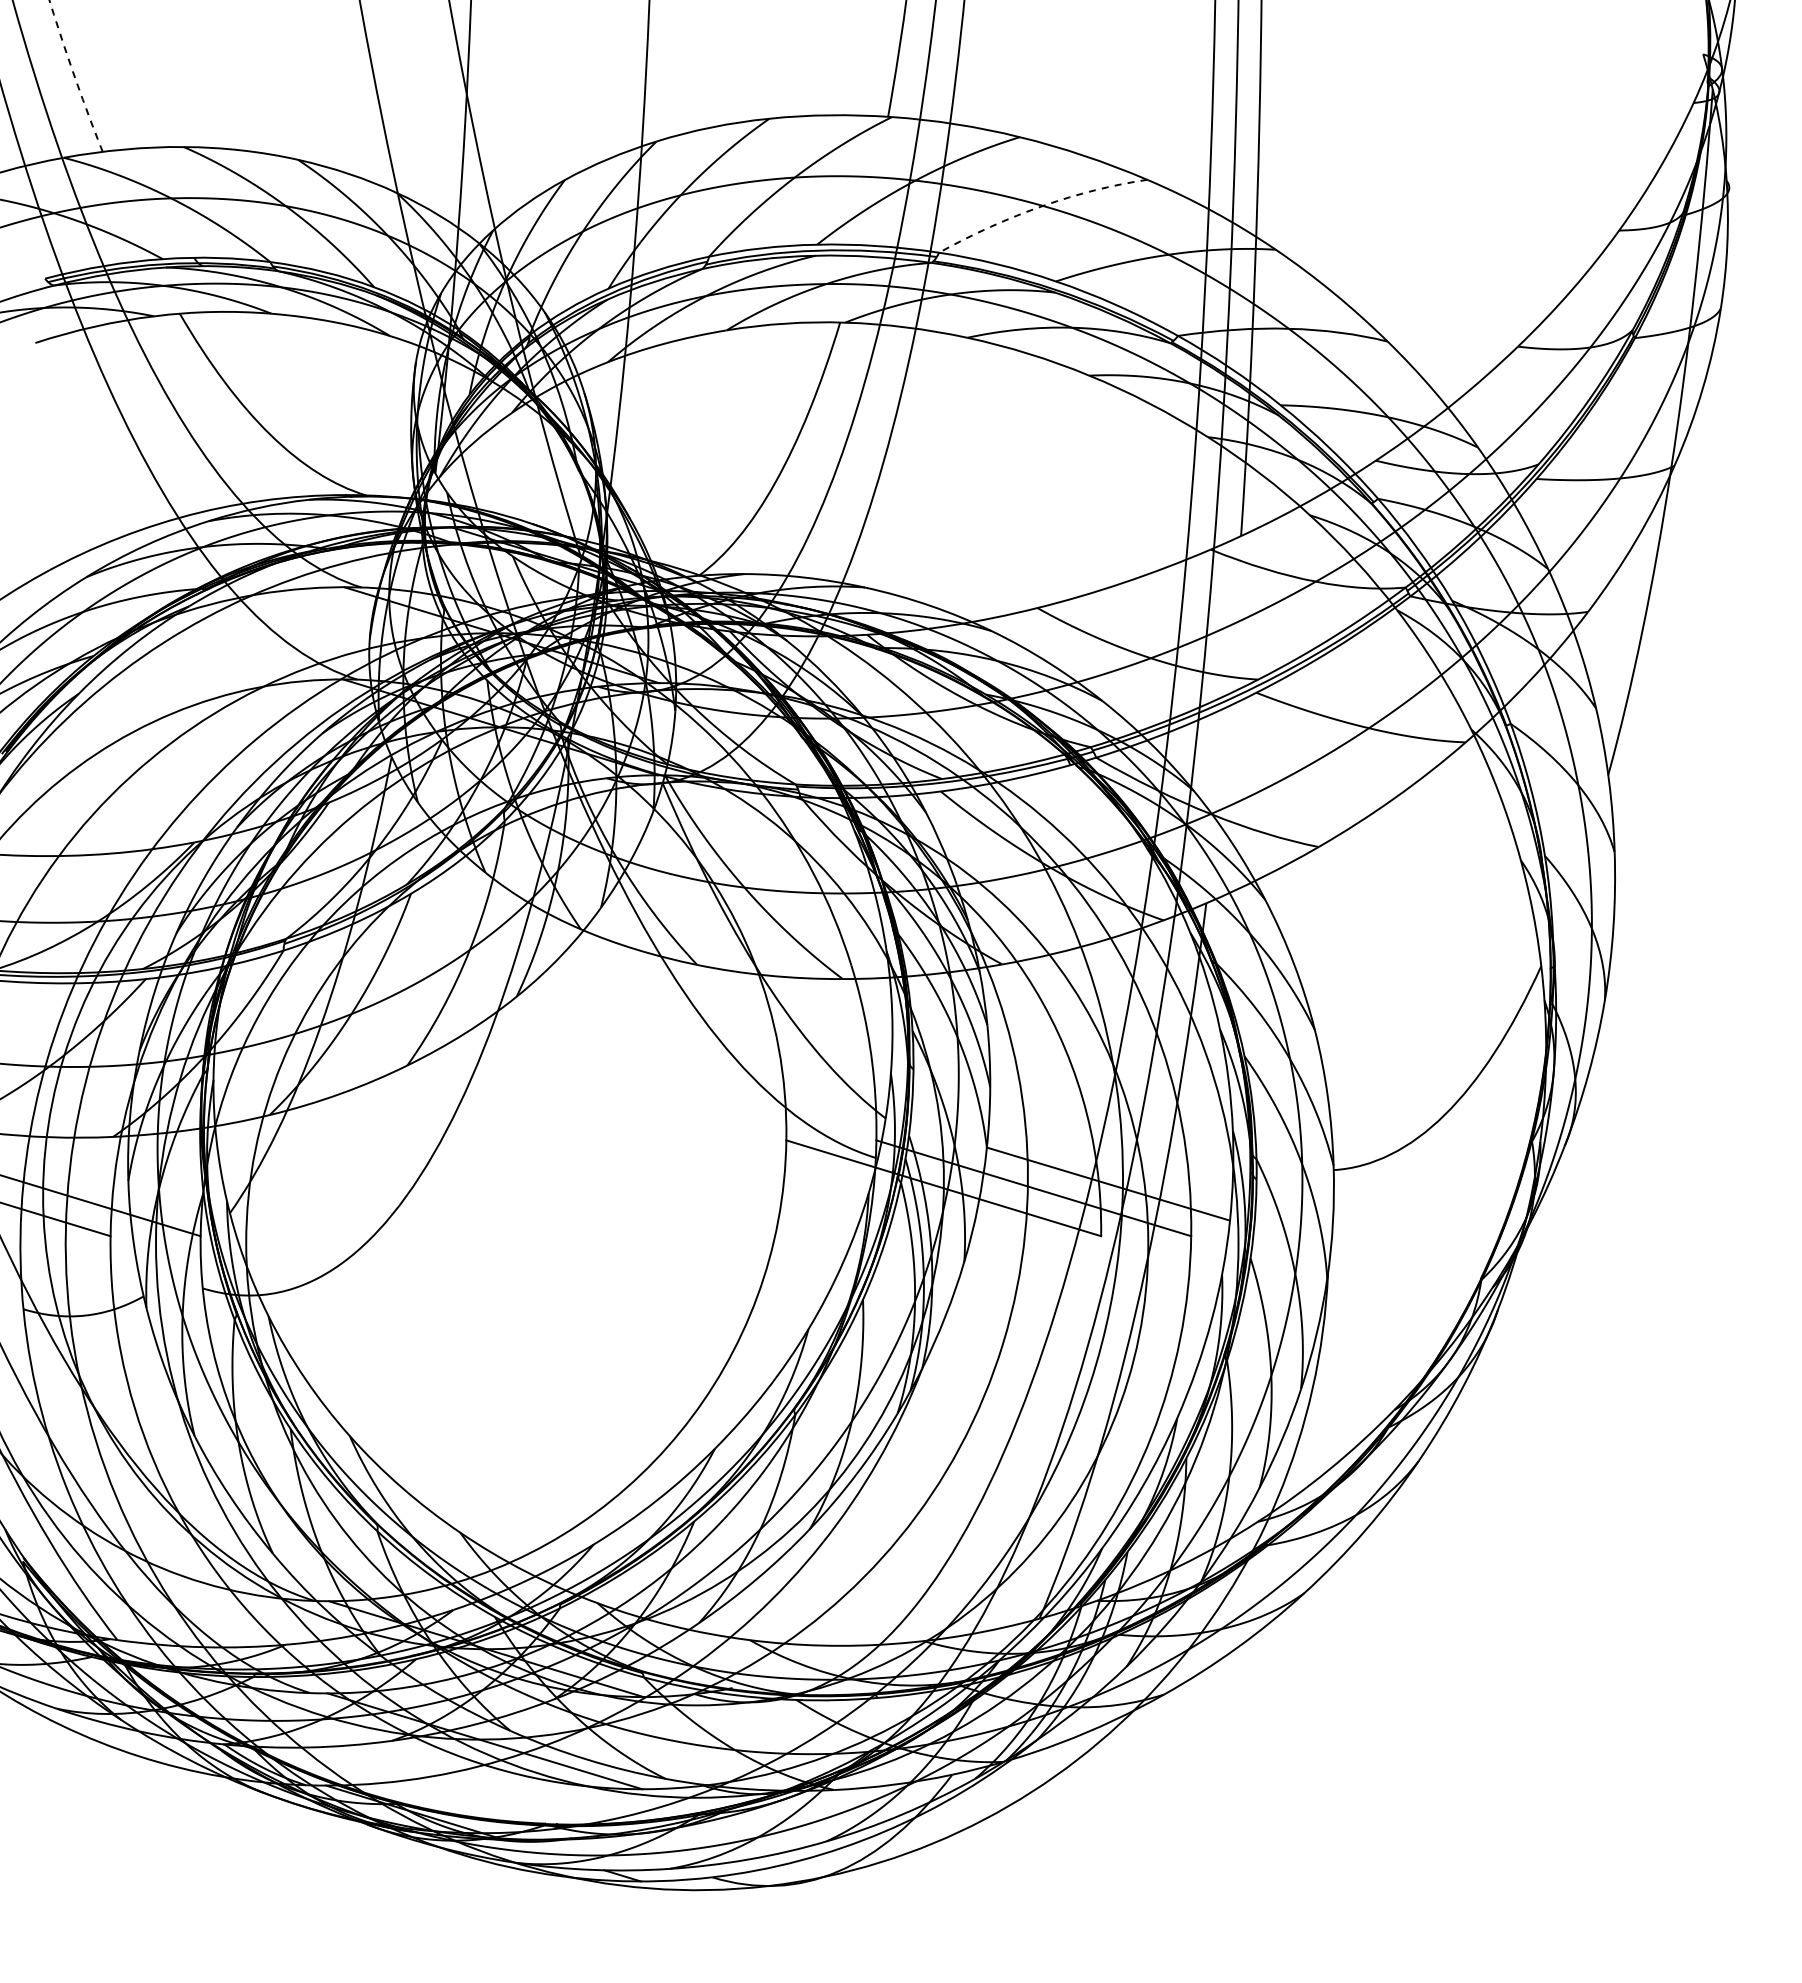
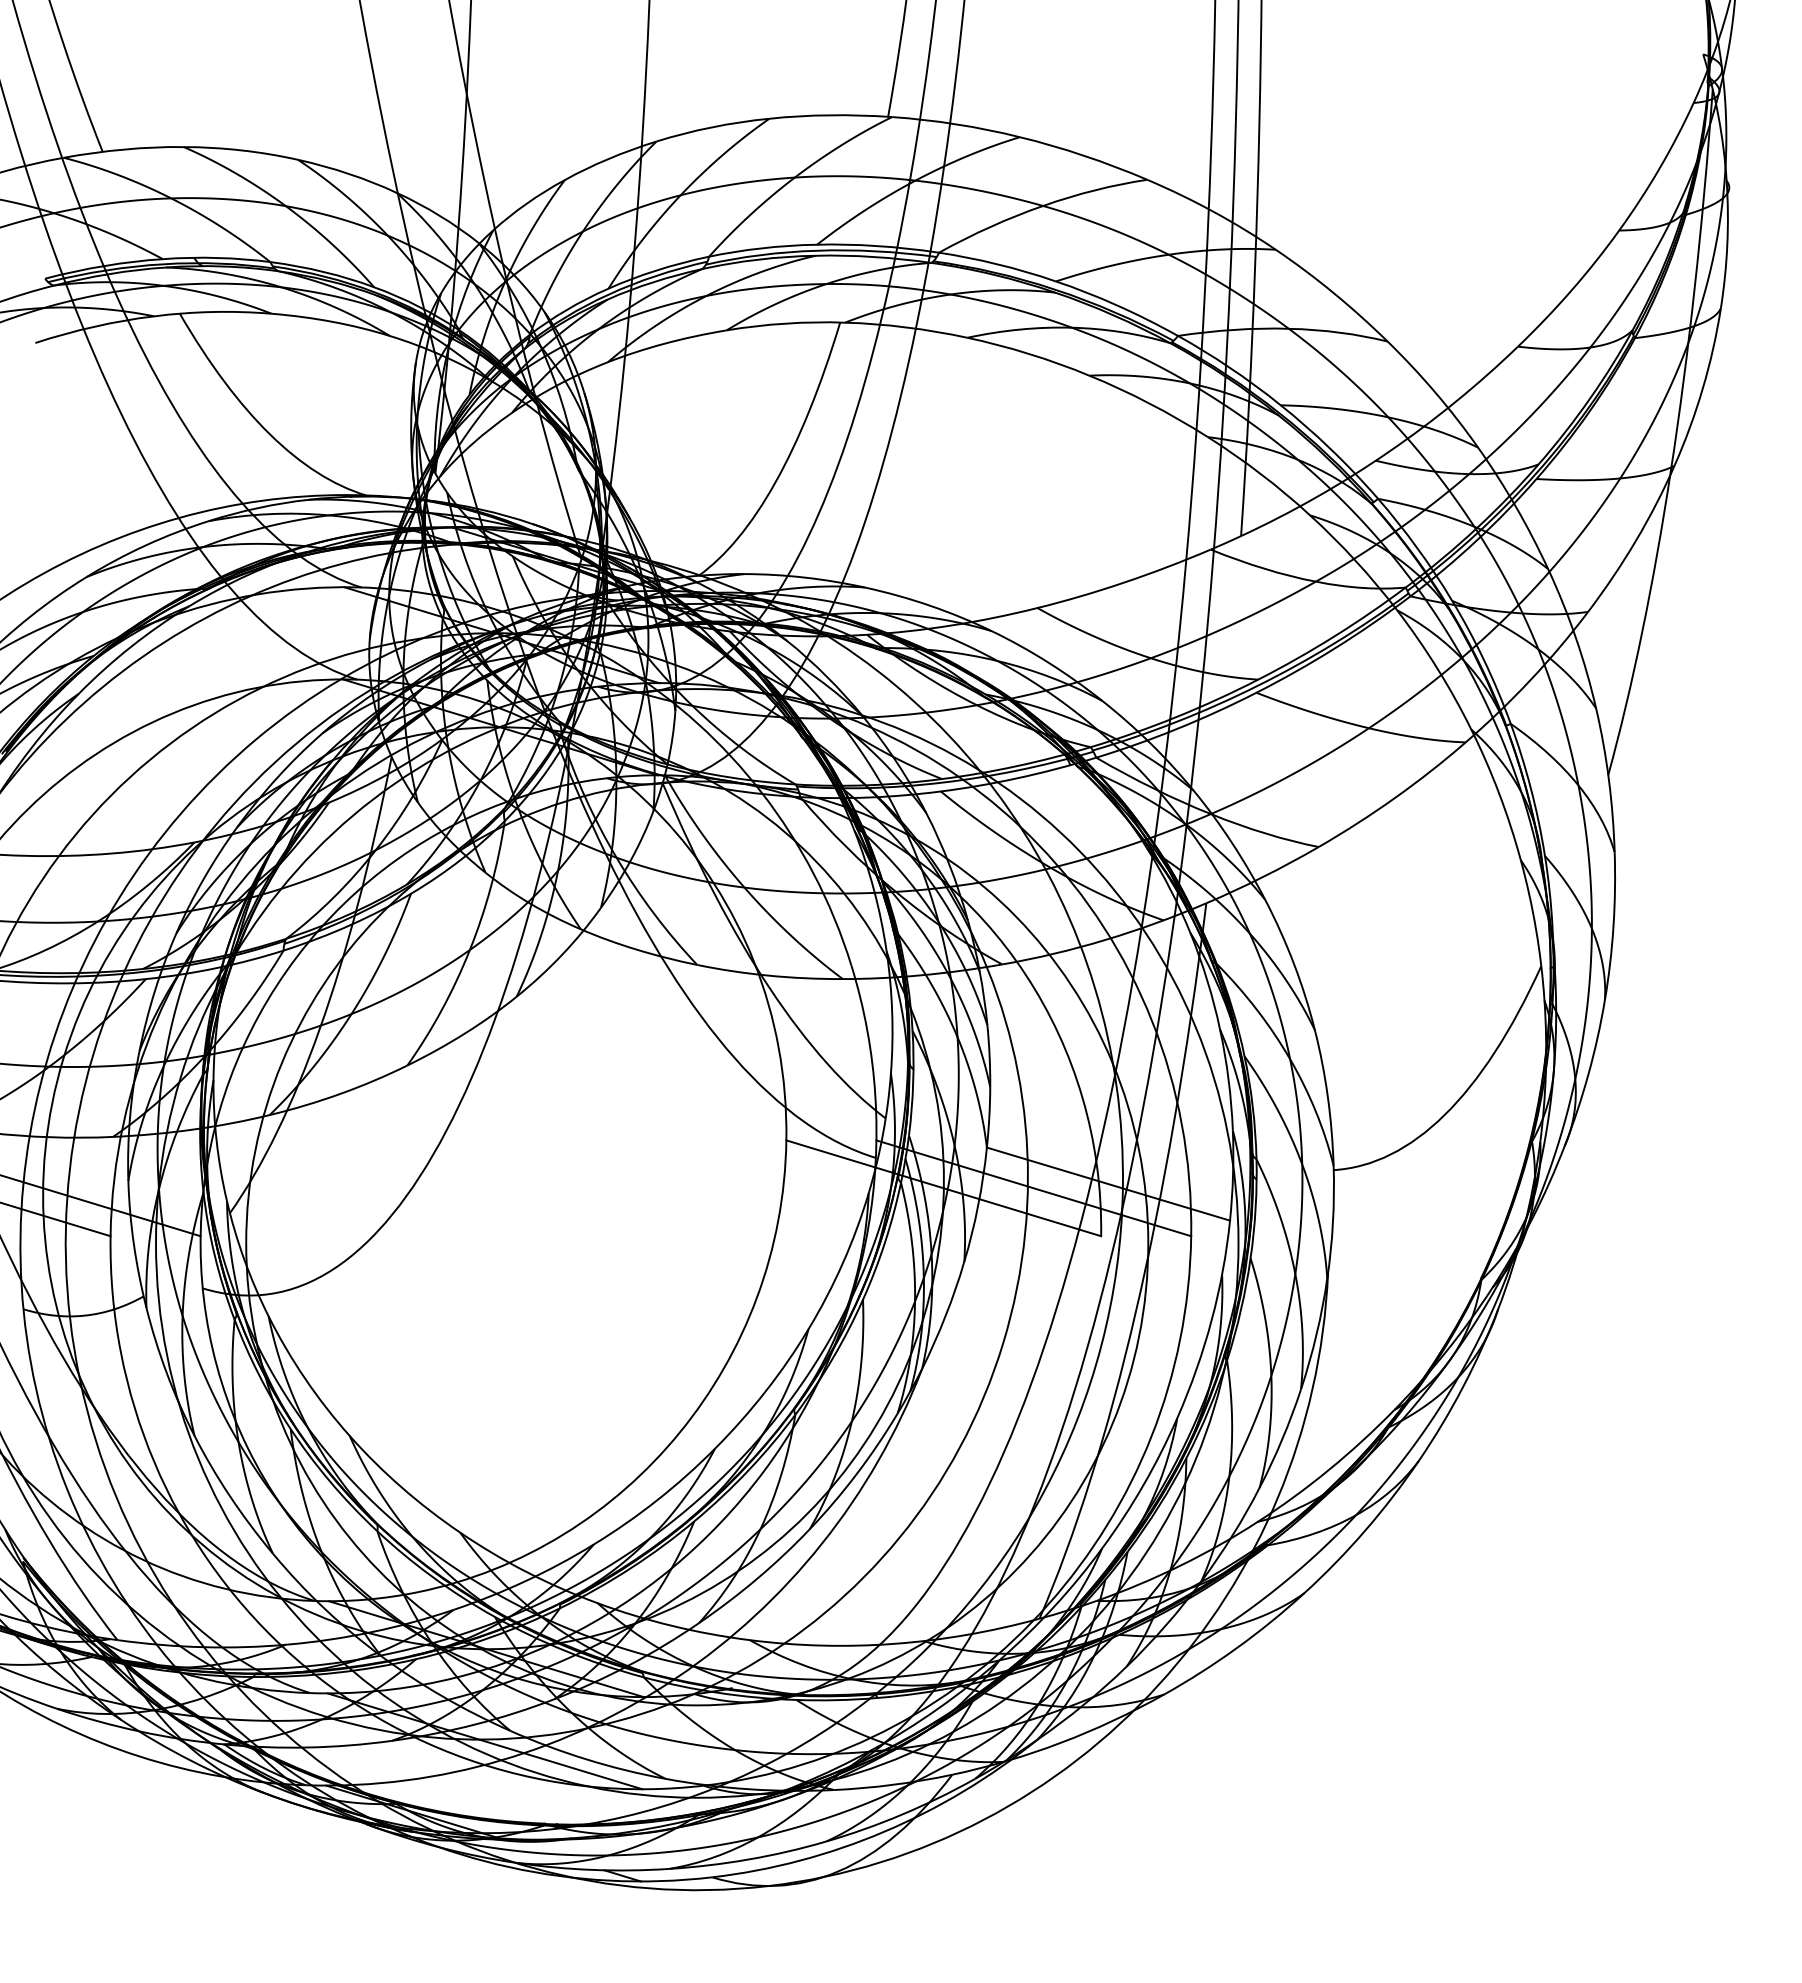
arc at (74, 76): dashed -> solid
arc at (1040, 206): dashed -> solid
